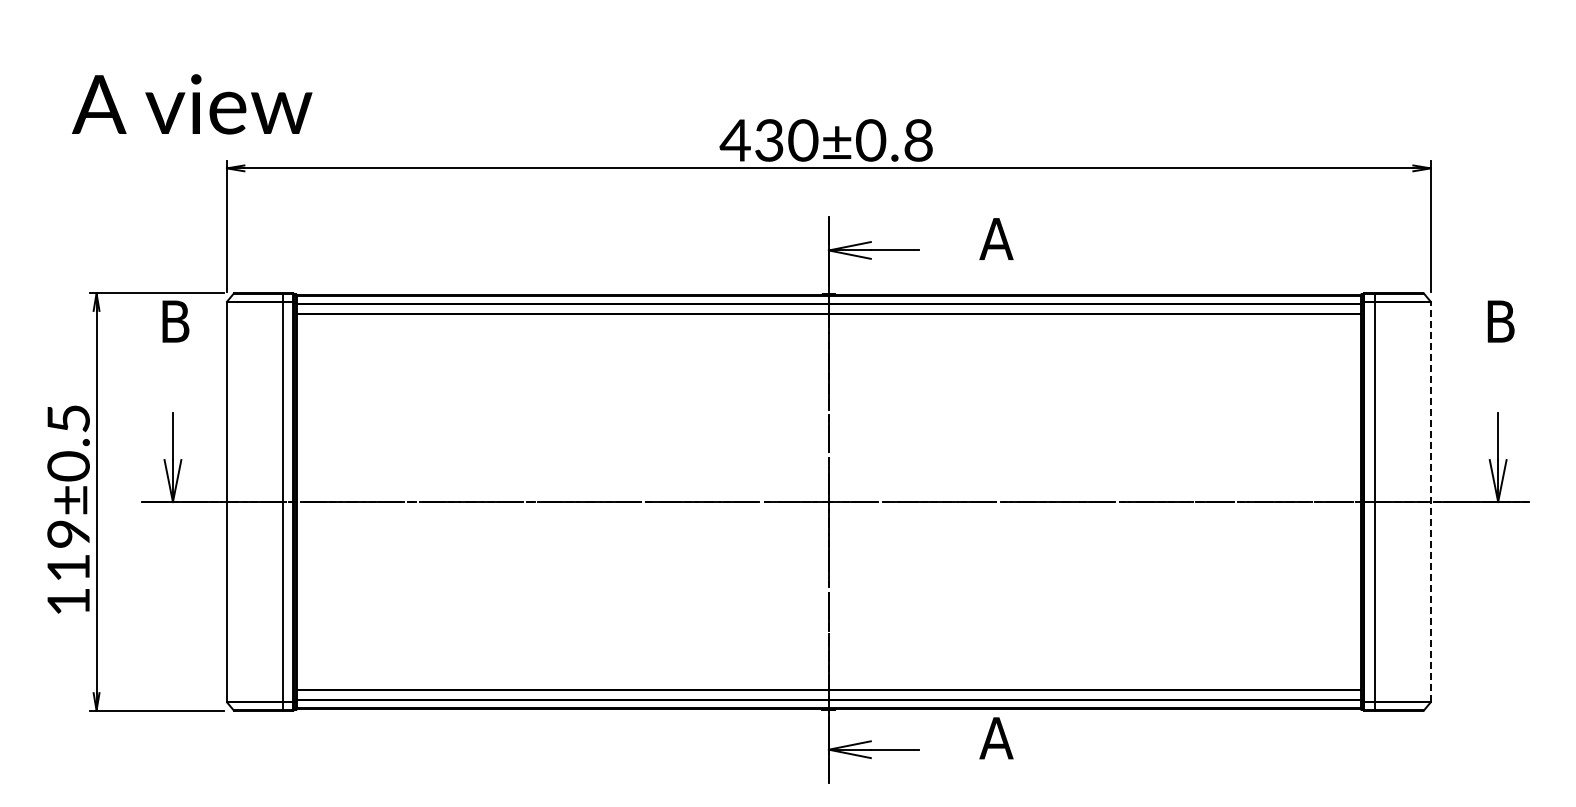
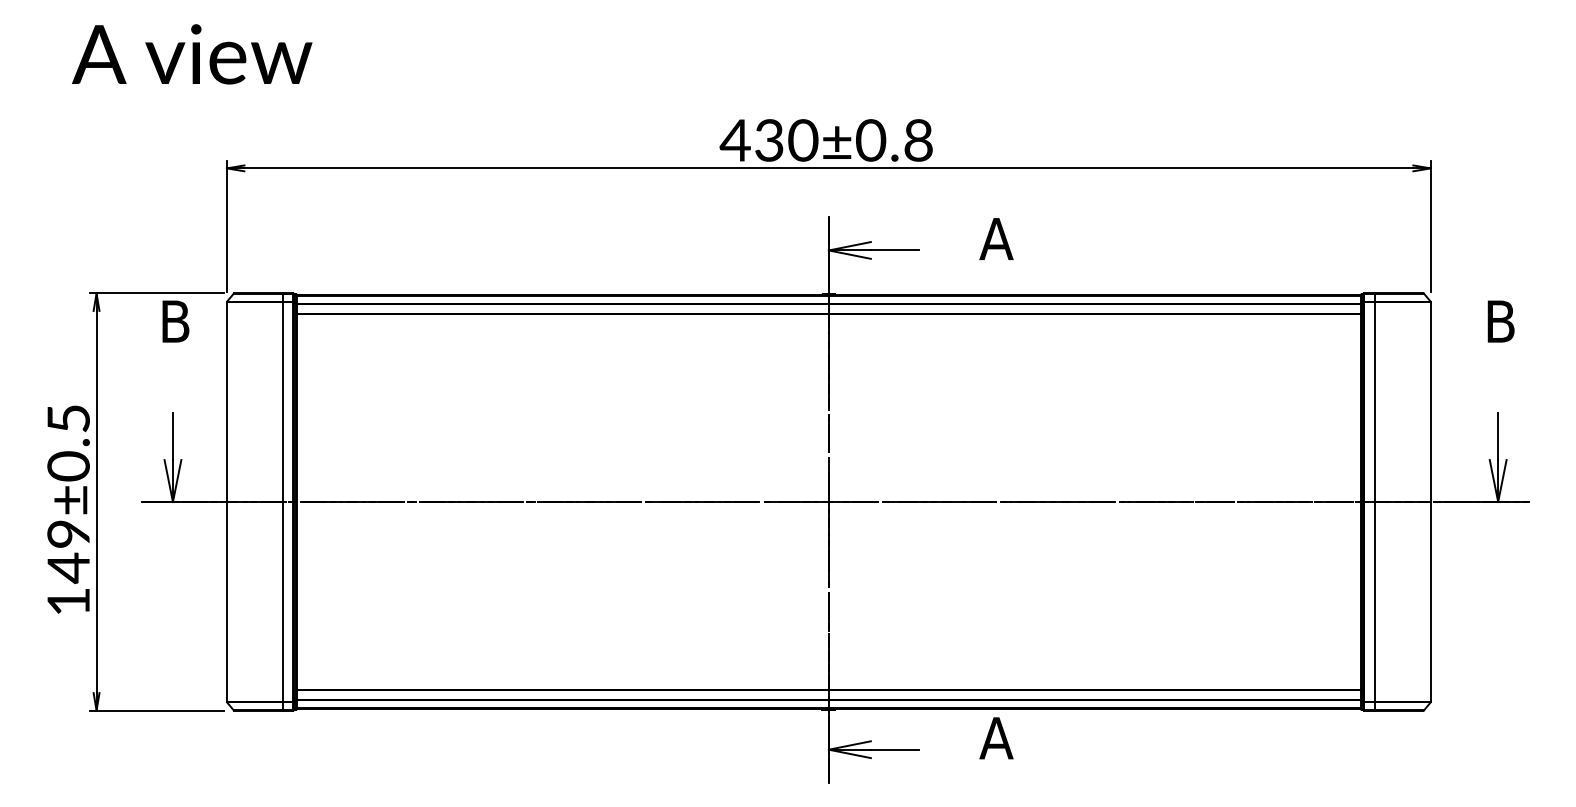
text at (192, 104) position: (192, 104) -> (192, 54)
line at (1430, 502): dashed -> solid
text at (68, 567): 119±0.5 -> 149±0.5
